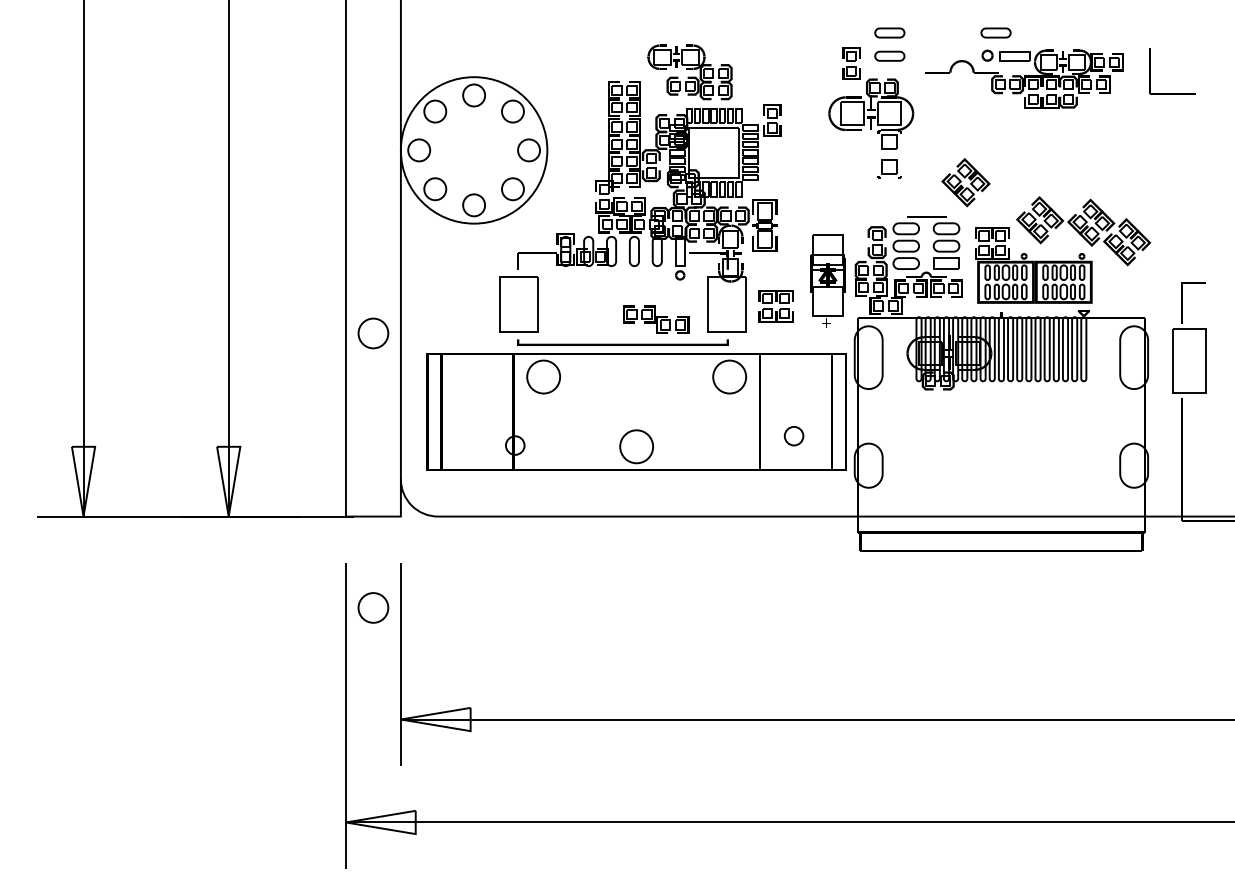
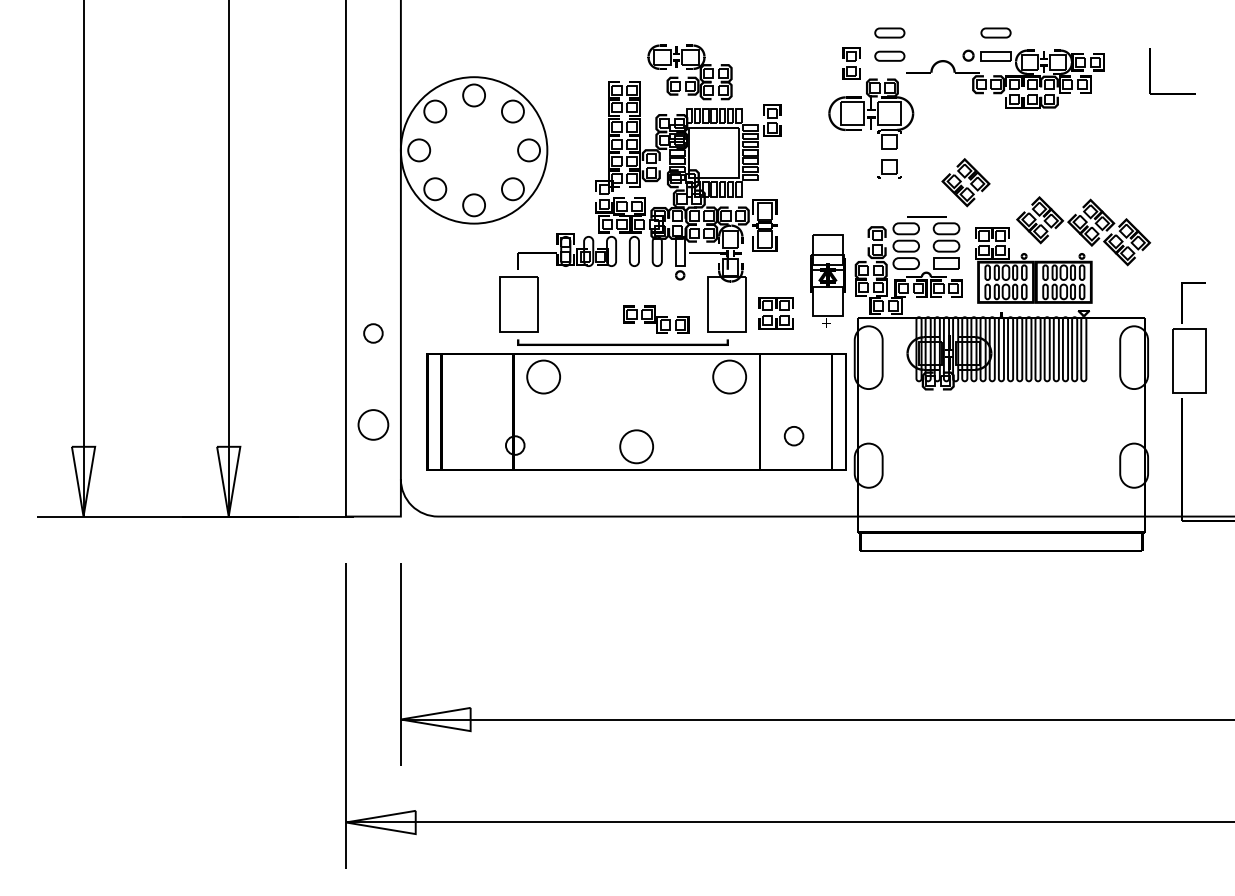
part at (1024, 78) position: (1024, 78) -> (1005, 78)
part at (775, 306) position: (775, 306) -> (775, 313)
circle at (373, 333) diameter: 30 px -> 19 px
part at (373, 607) position: (373, 607) -> (373, 424)
